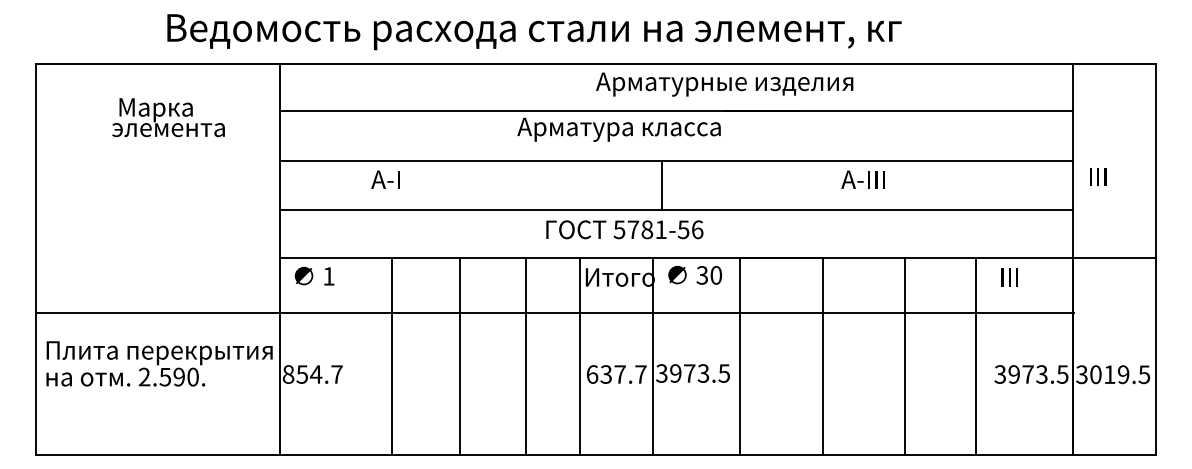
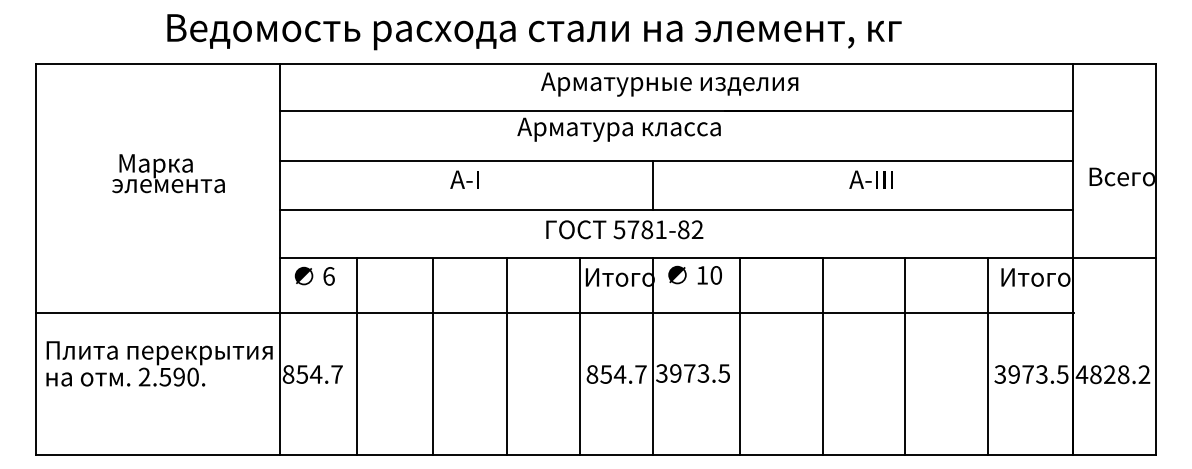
text at (724, 84) position: (724, 84) -> (669, 84)
text at (168, 117) position: (168, 117) -> (168, 173)
text at (1121, 176): III -> Всего
text at (385, 179) position: (385, 179) -> (464, 179)
text at (862, 179) position: (862, 179) -> (870, 179)
line at (662, 184) position: (662, 184) -> (653, 184)
text at (690, 229): 5781-56 -> 5781-82
text at (701, 275): 30 -> 10
text at (328, 276): 1 -> 6
text at (1035, 277): III -> Итого
line at (391, 356) position: (391, 356) -> (356, 356)
line at (460, 356) position: (460, 356) -> (433, 356)
line at (525, 356) position: (525, 356) -> (506, 356)
line at (976, 356) position: (976, 356) -> (988, 356)
text at (606, 374): 637.7 -> 854.7
text at (1112, 374): 3019.5 -> 4828.2
